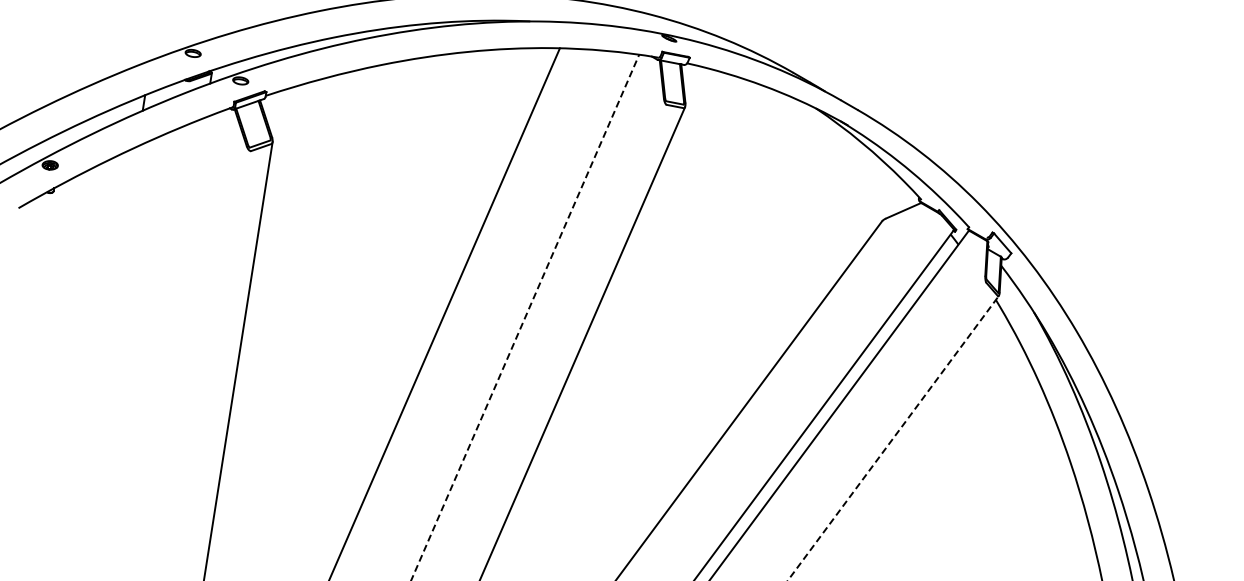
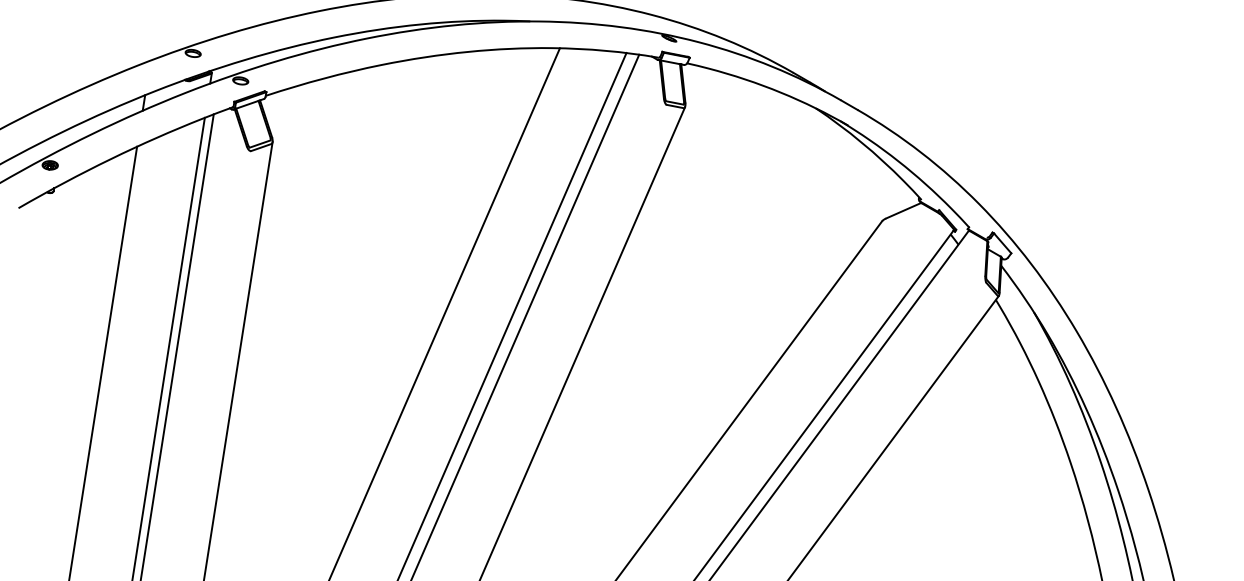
line at (512, 315): none -> present
line at (525, 316): dashed -> solid
line at (177, 345): none -> present
line at (168, 347): none -> present
line at (103, 361): none -> present
line at (893, 438): dashed -> solid
